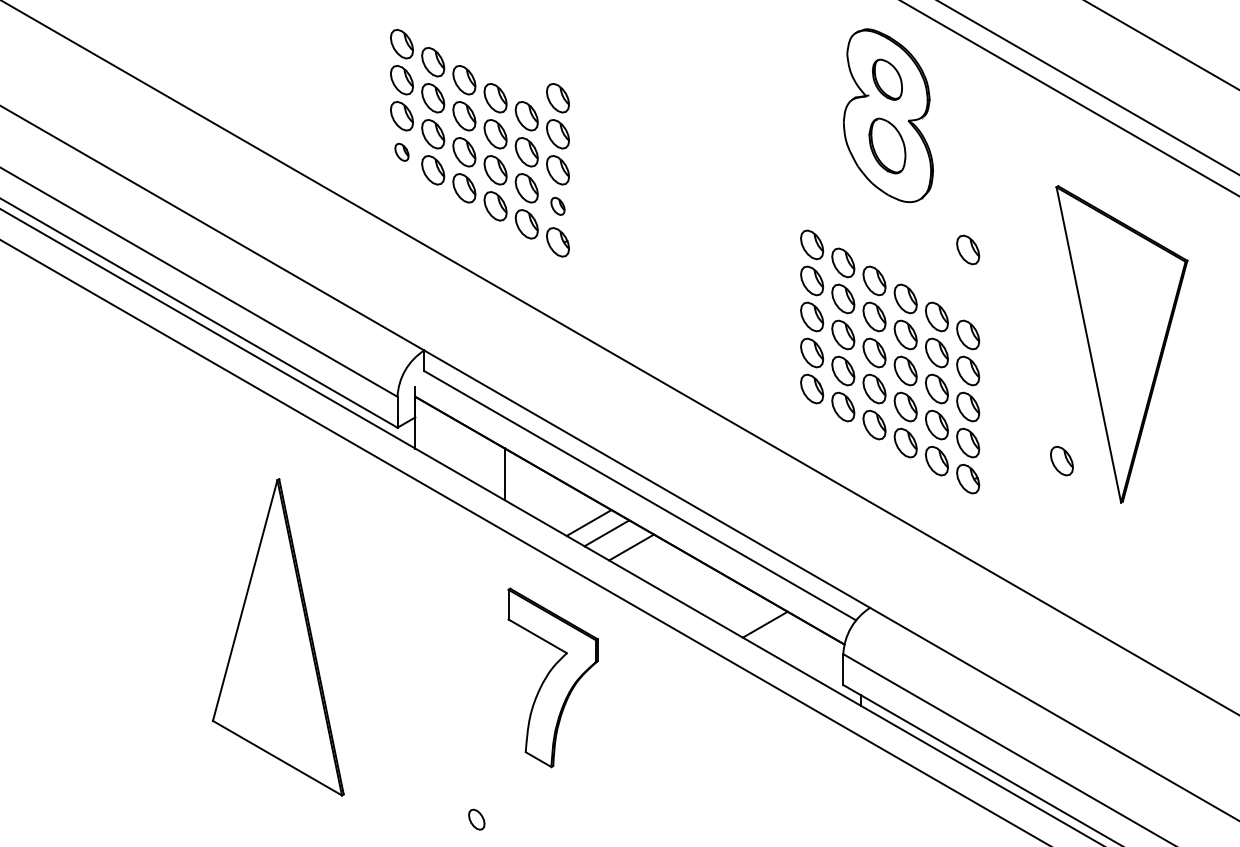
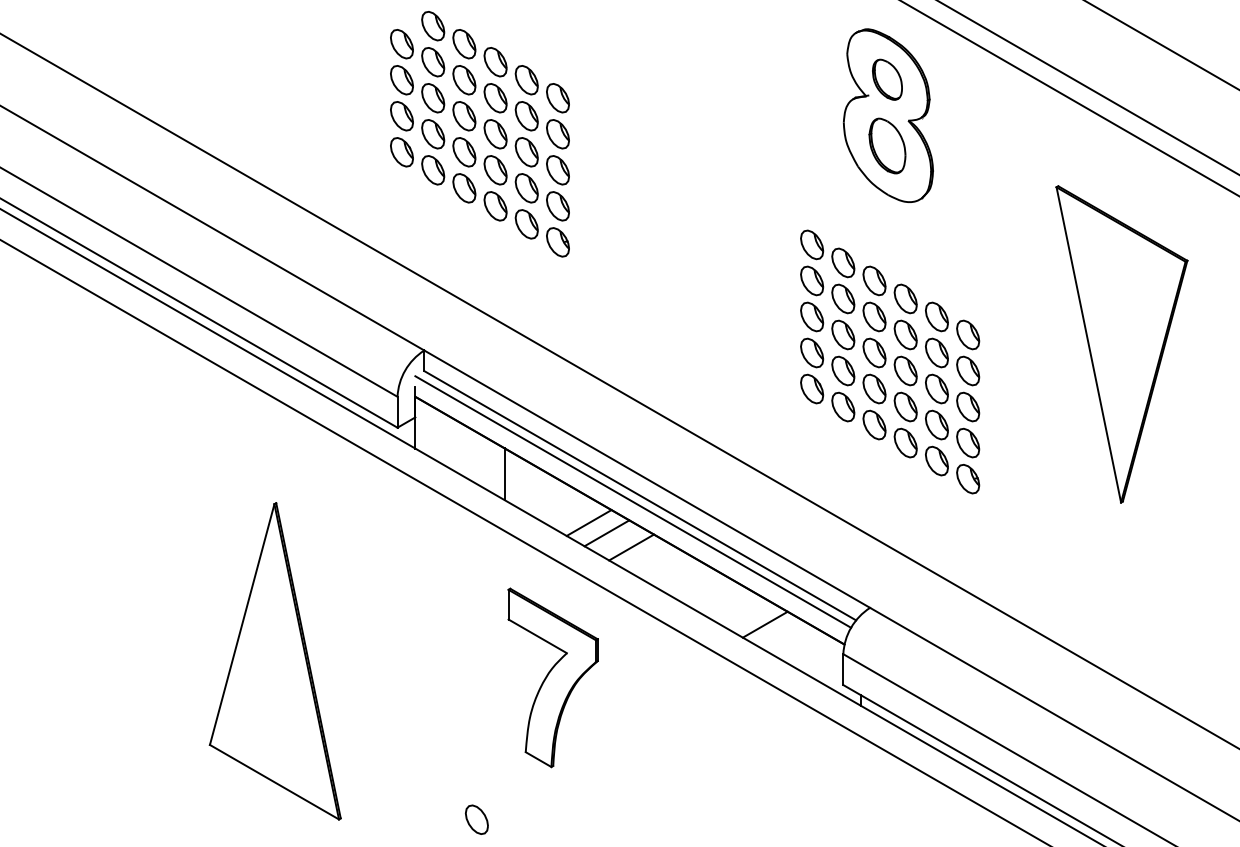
part at (479, 53): none -> present
part at (401, 151) size: 16x20 px -> 24x31 px
part at (557, 205) size: 16x20 px -> 24x31 px
part at (968, 249): present -> none
line at (620, 357) position: (620, 357) -> (619, 390)
part at (1061, 460): present -> none
line at (633, 501): none -> present
part at (277, 637) position: (277, 637) -> (274, 661)
part at (476, 819) size: 18x23 px -> 25x31 px
